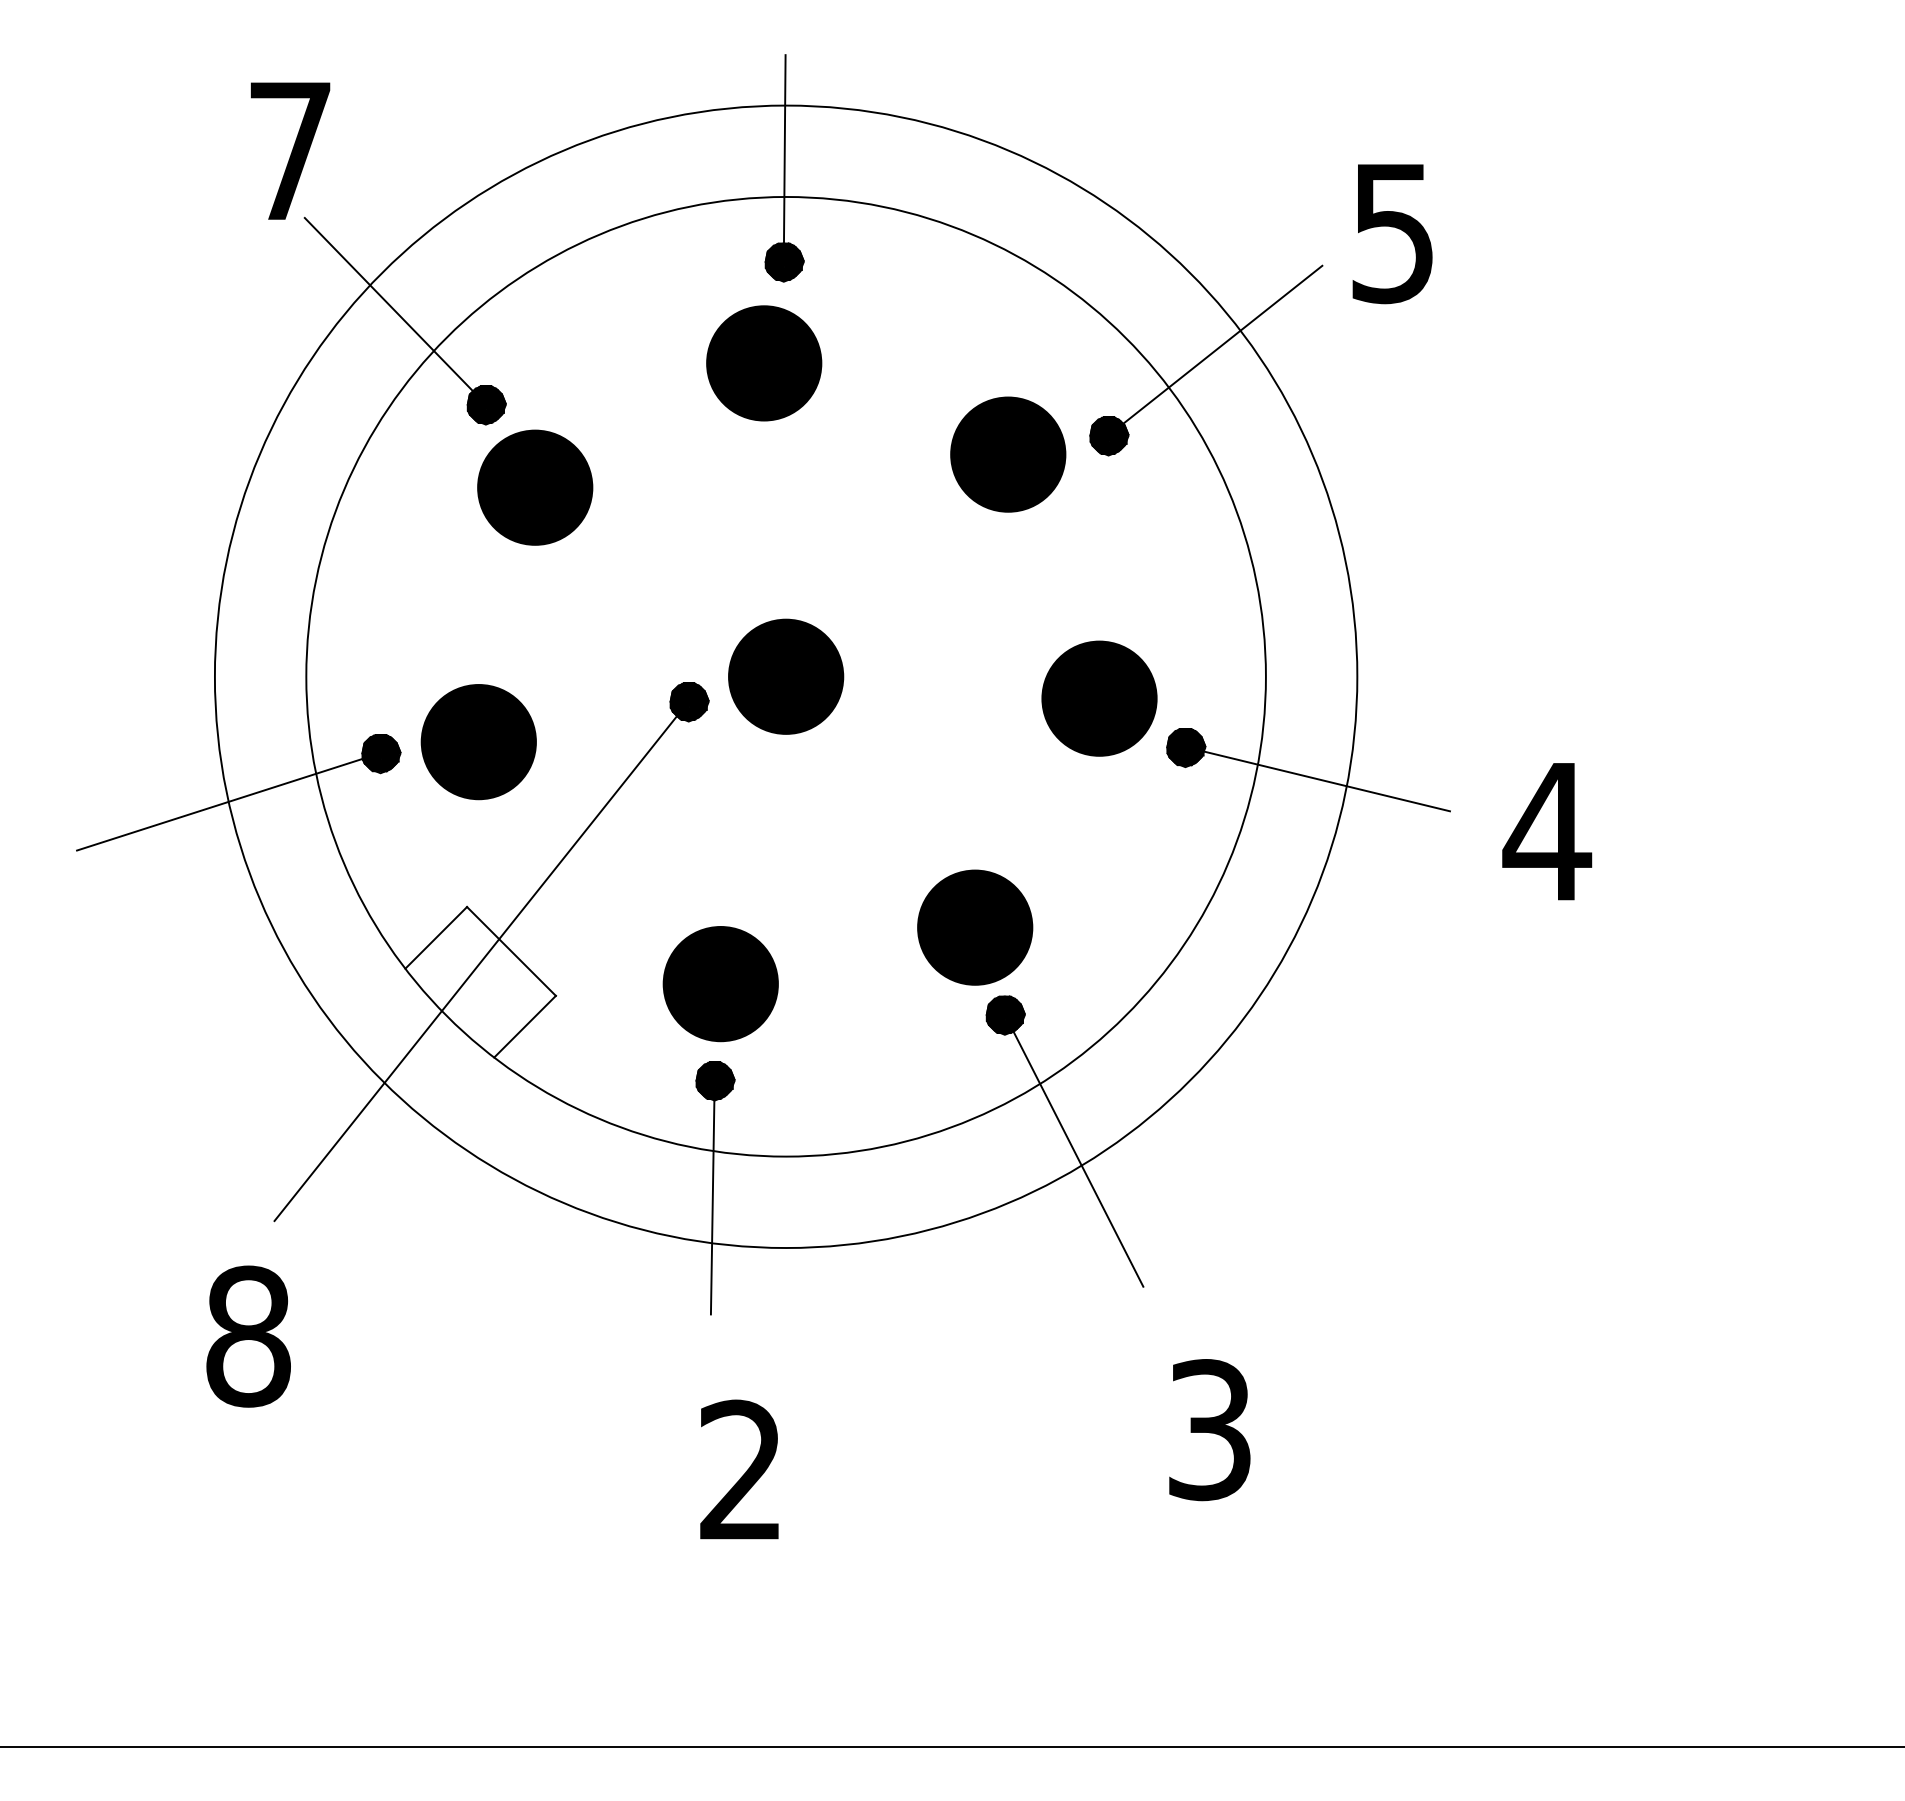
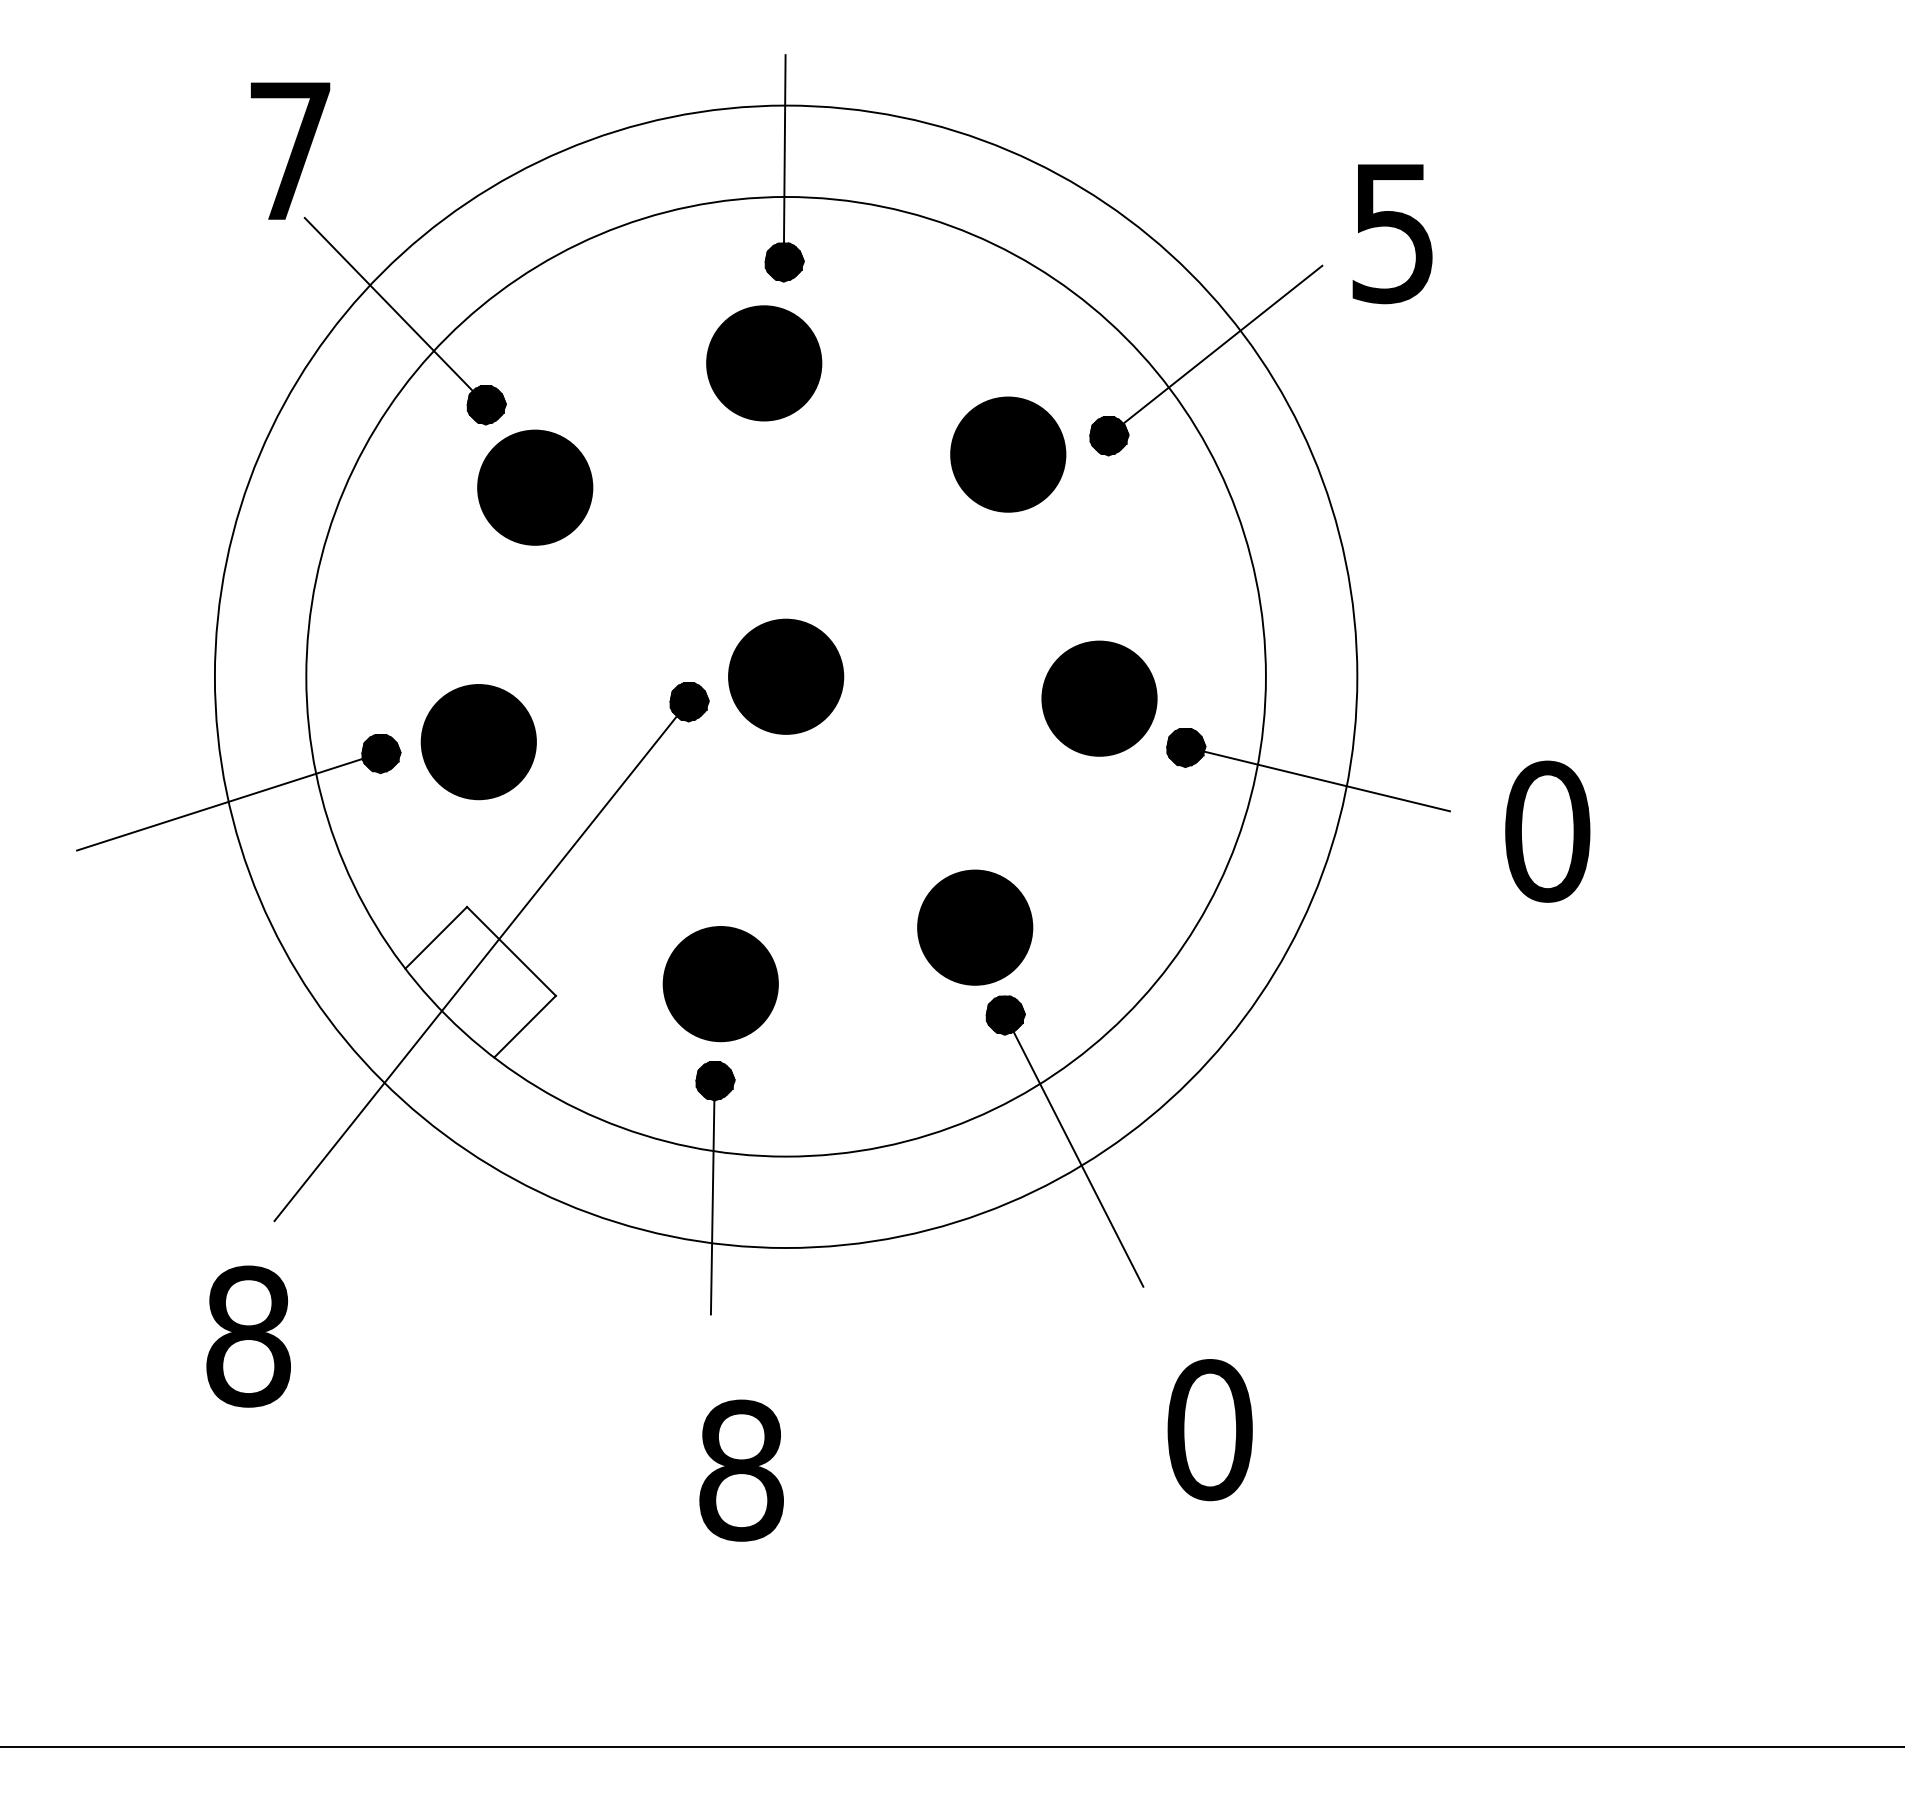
text at (1547, 831): 4 -> 0
text at (1209, 1430): 3 -> 0
text at (741, 1470): 2 -> 8
